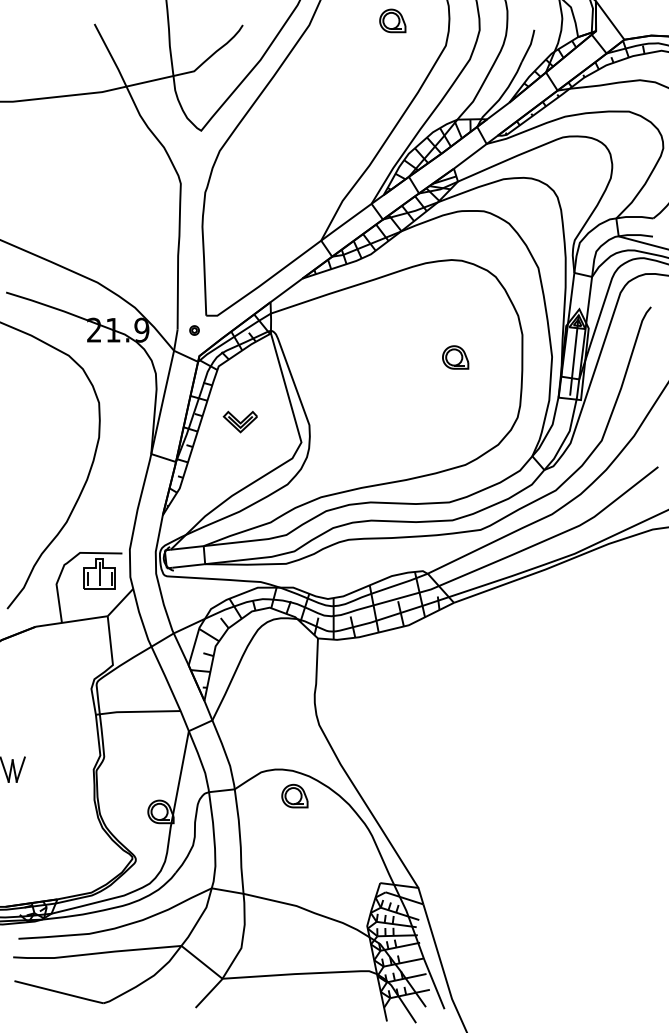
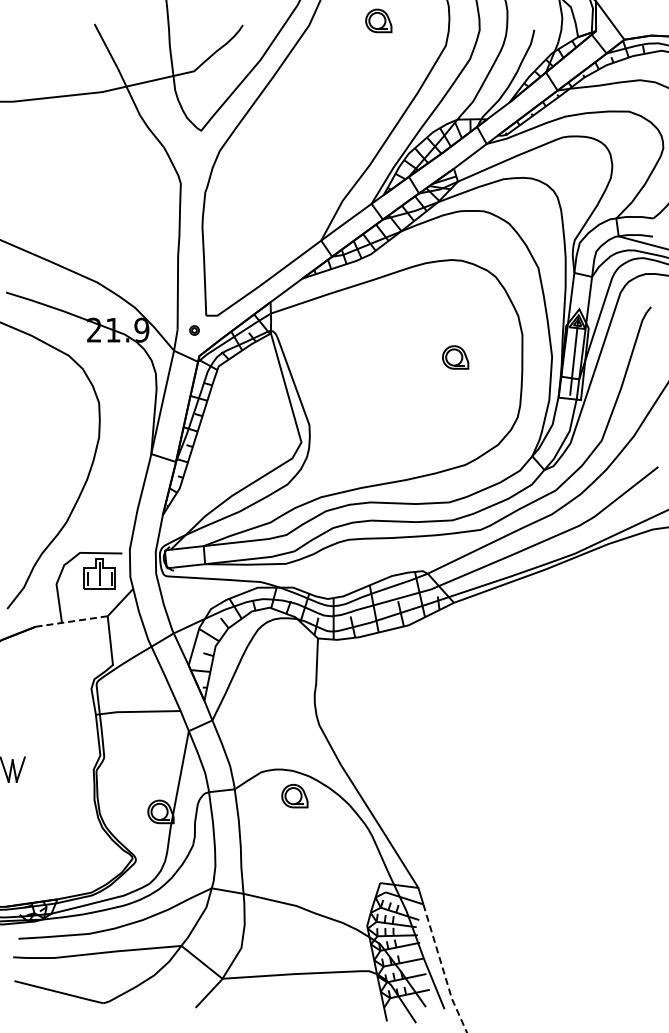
part at (392, 20) position: (392, 20) -> (378, 20)
part at (239, 421): present -> none
line at (70, 621): solid -> dashed
line at (443, 970): solid -> dashed
